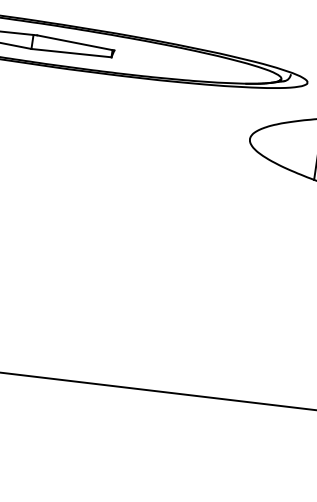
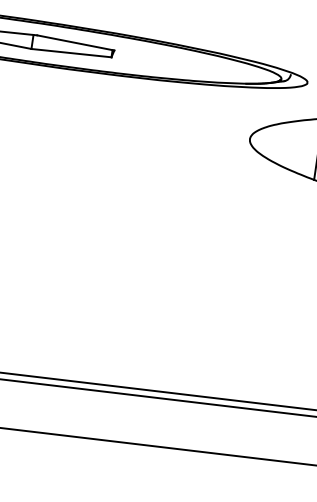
line at (157, 397): none -> present
line at (157, 446): none -> present
